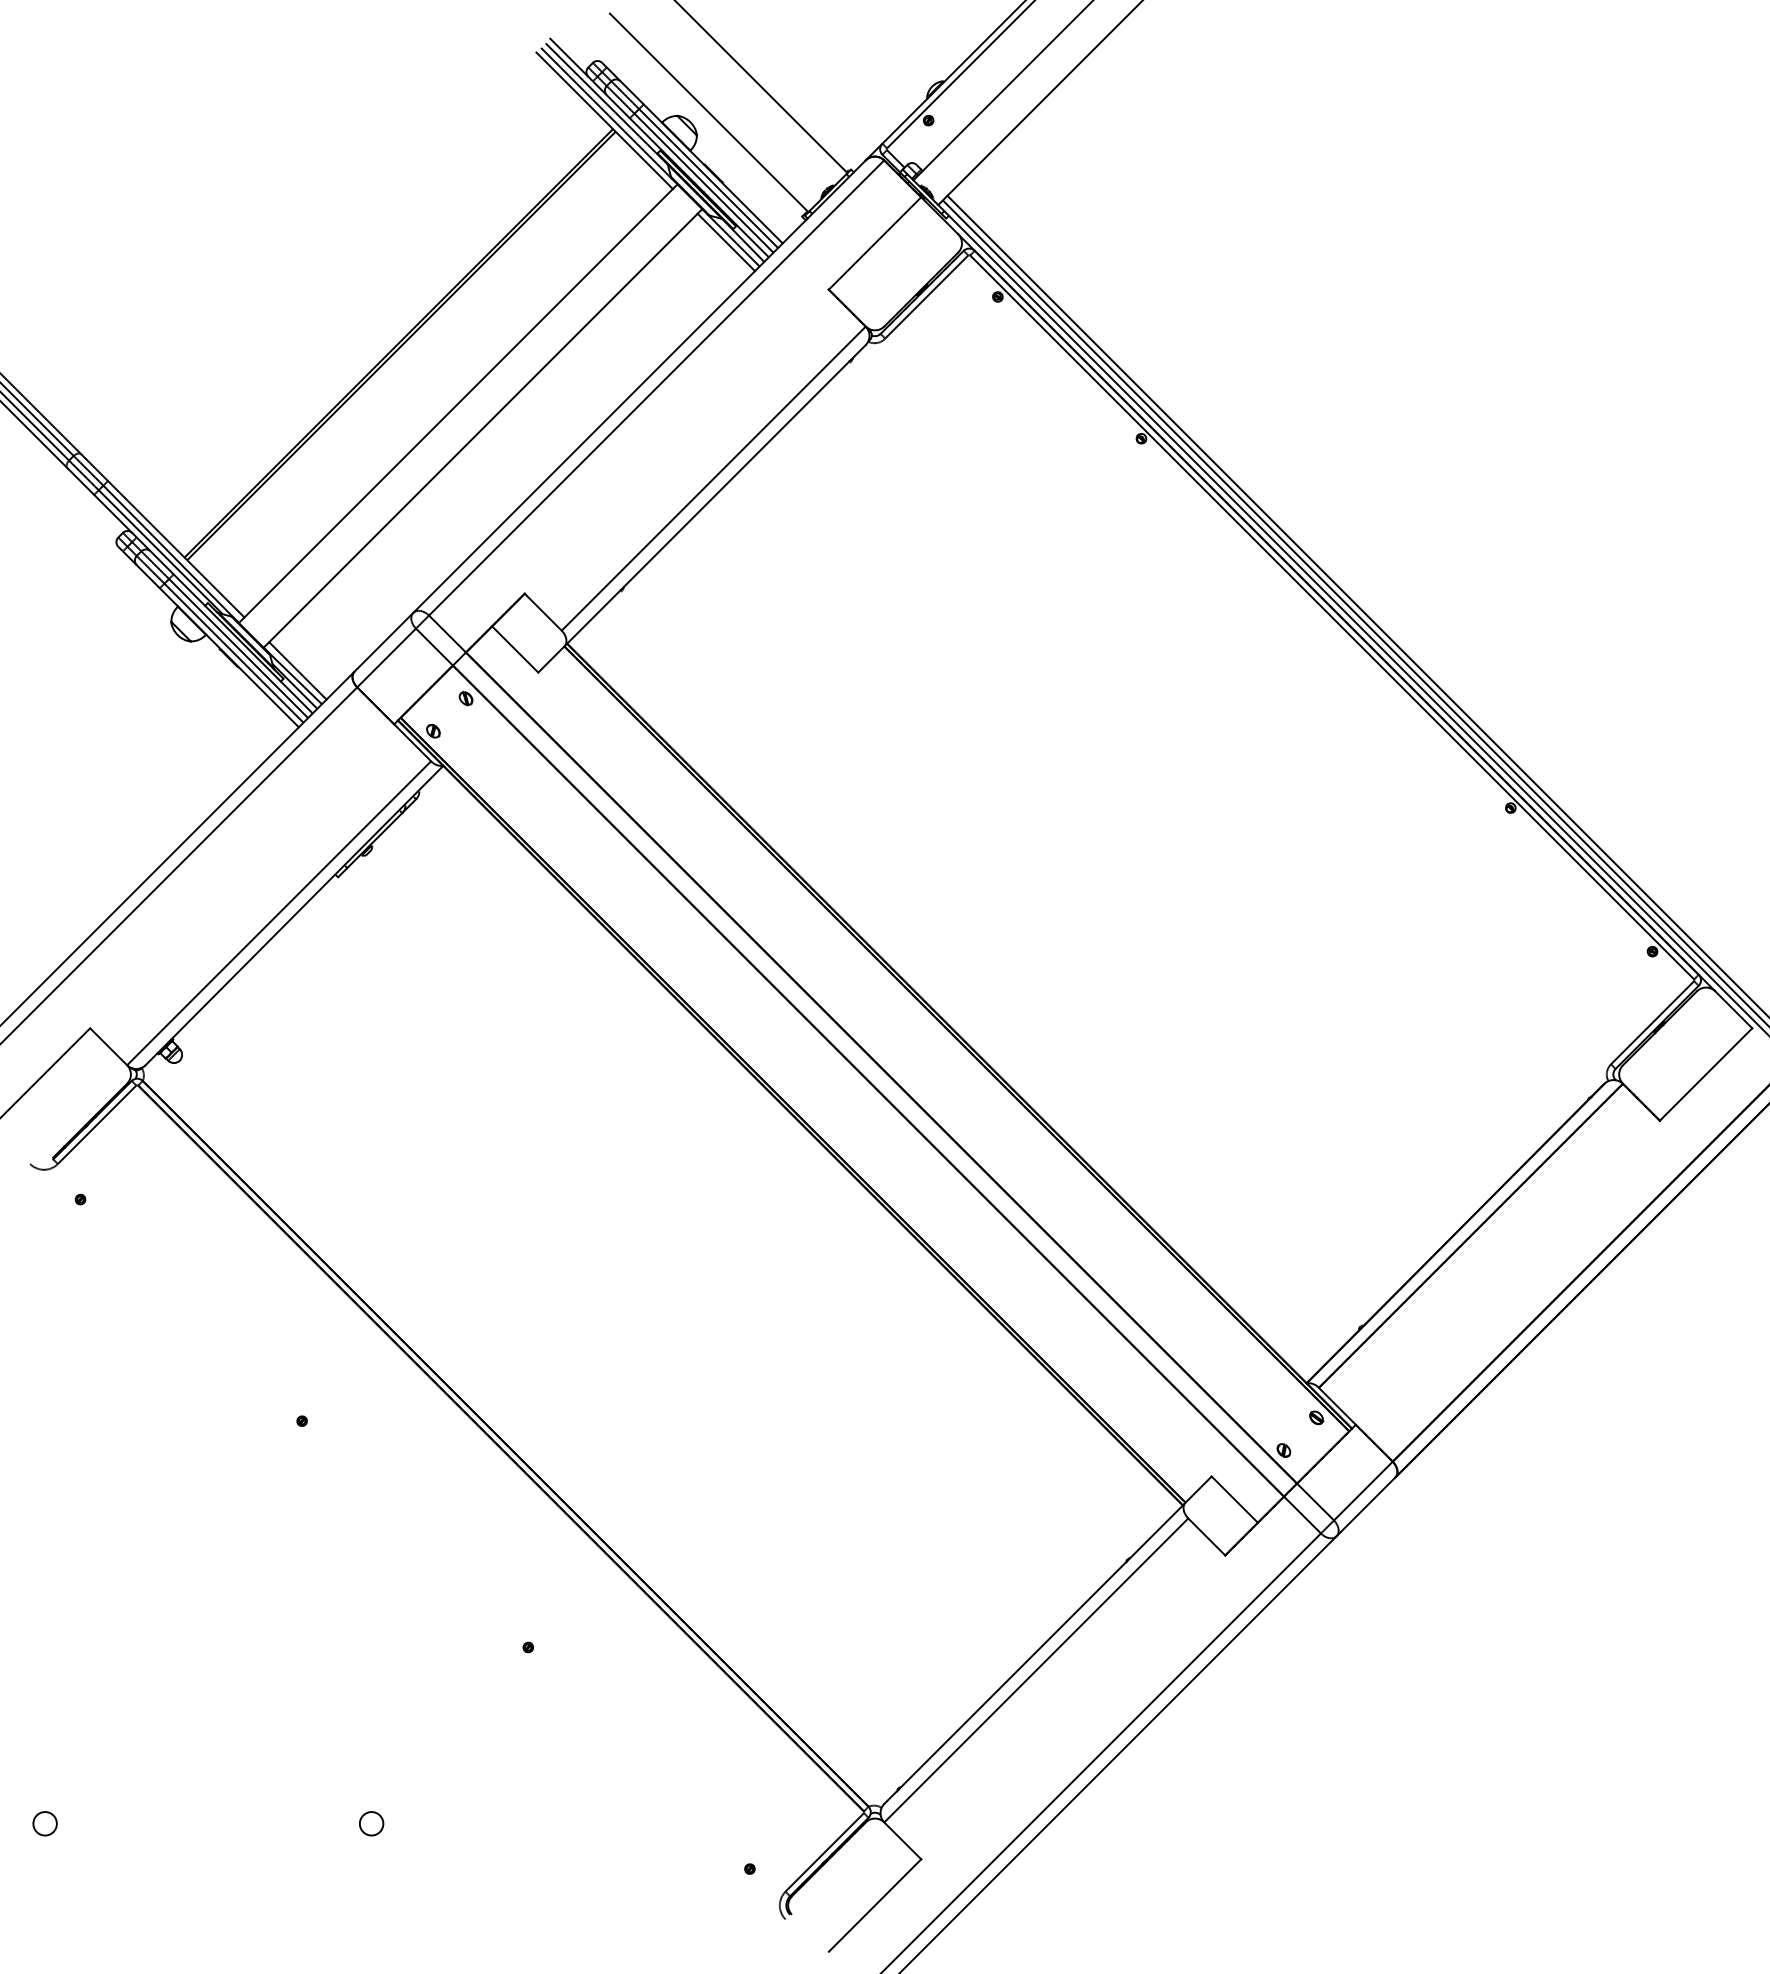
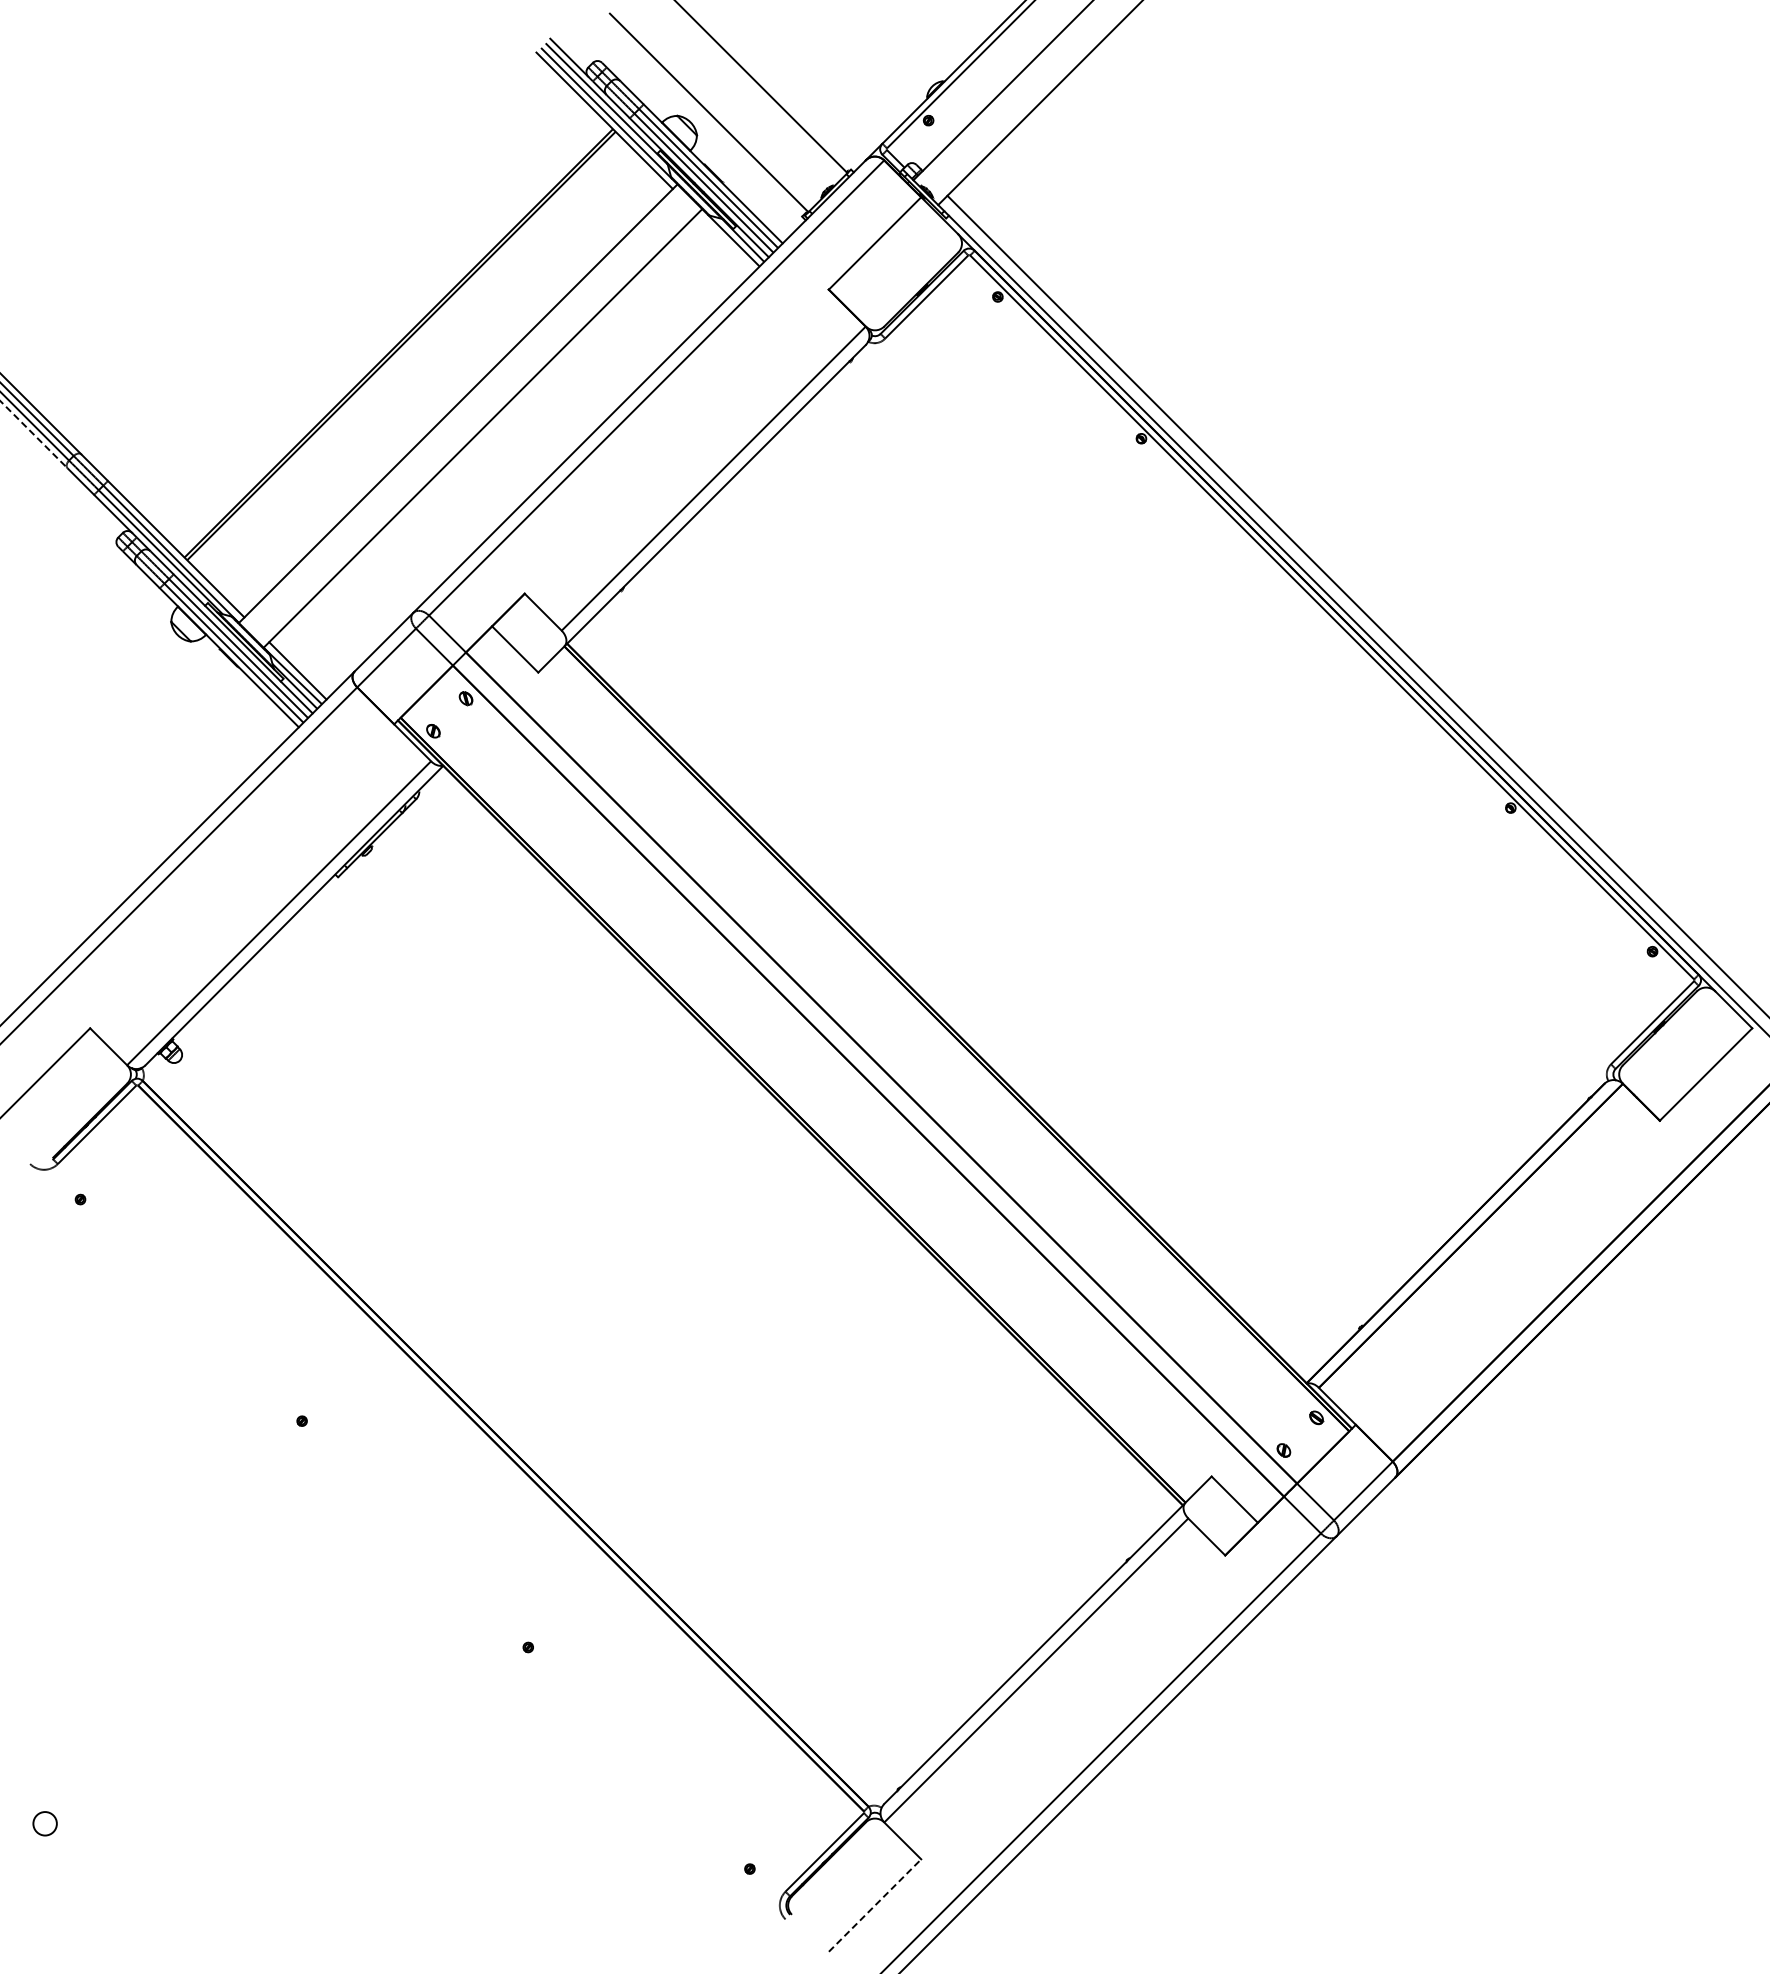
line at (726, 242): present -> none
line at (34, 434): solid -> dashed
line at (1354, 612): present -> none
circle at (371, 1823): present -> none
line at (875, 1905): solid -> dashed
